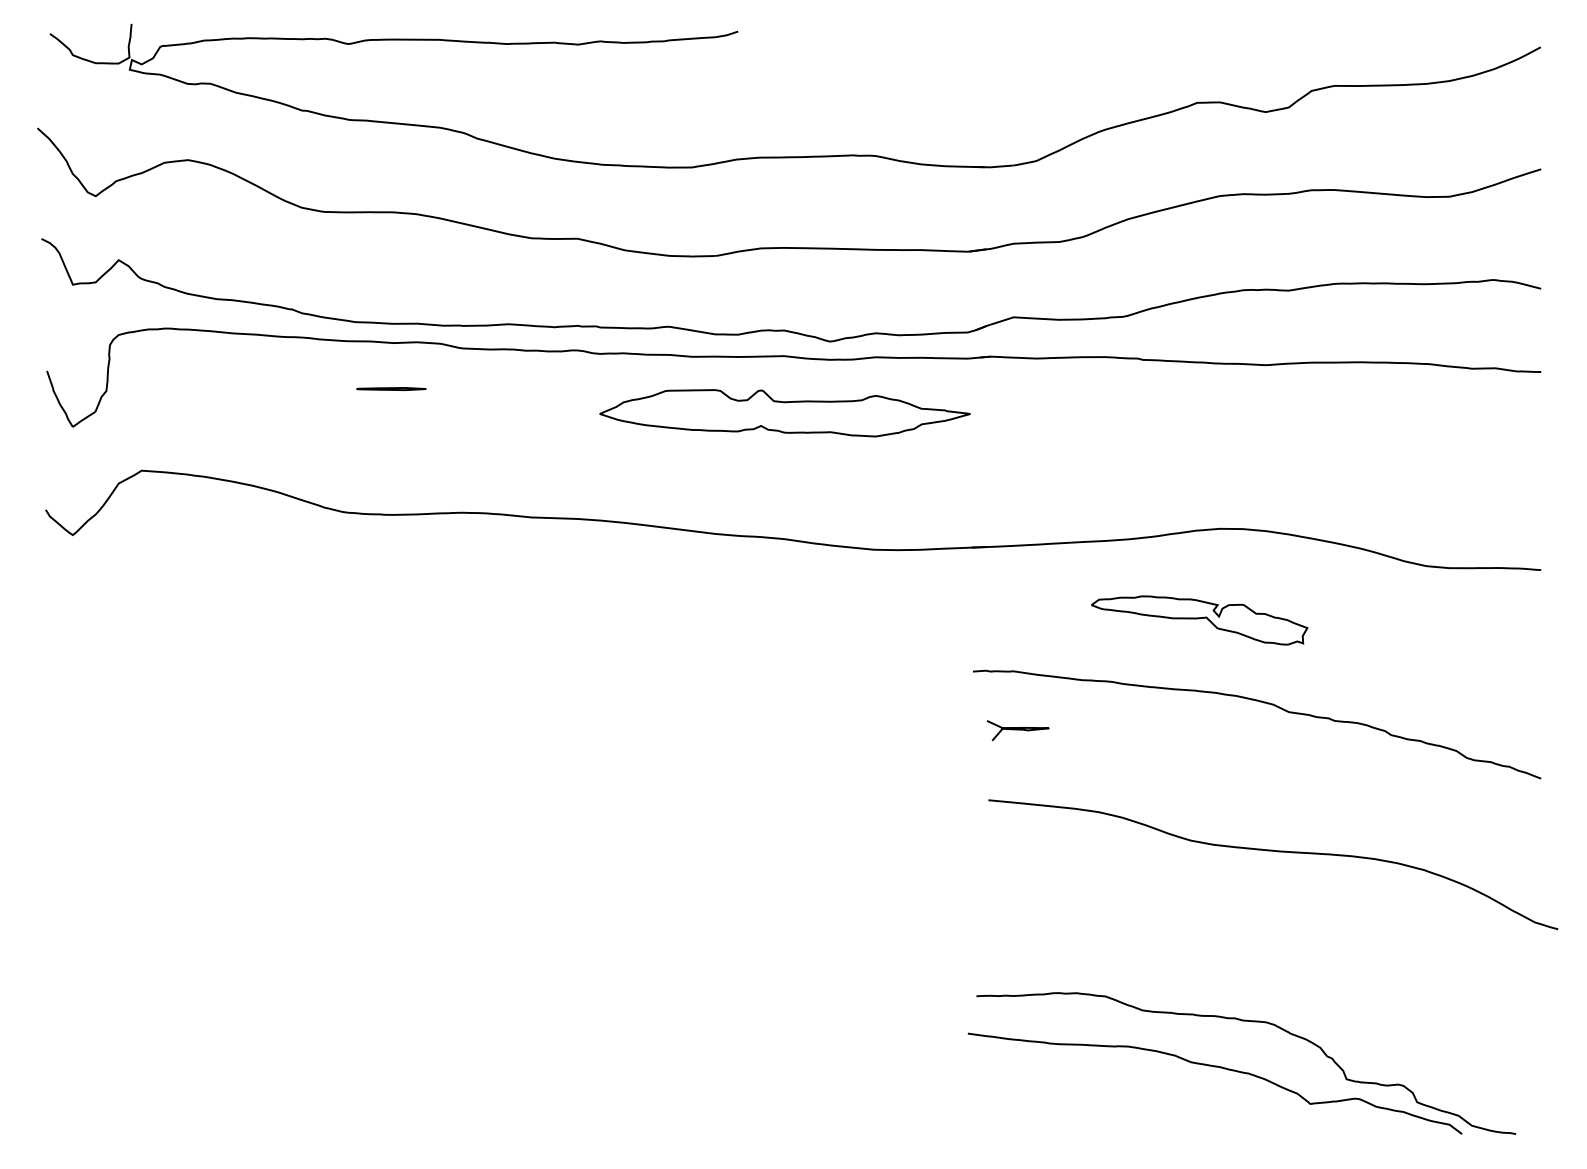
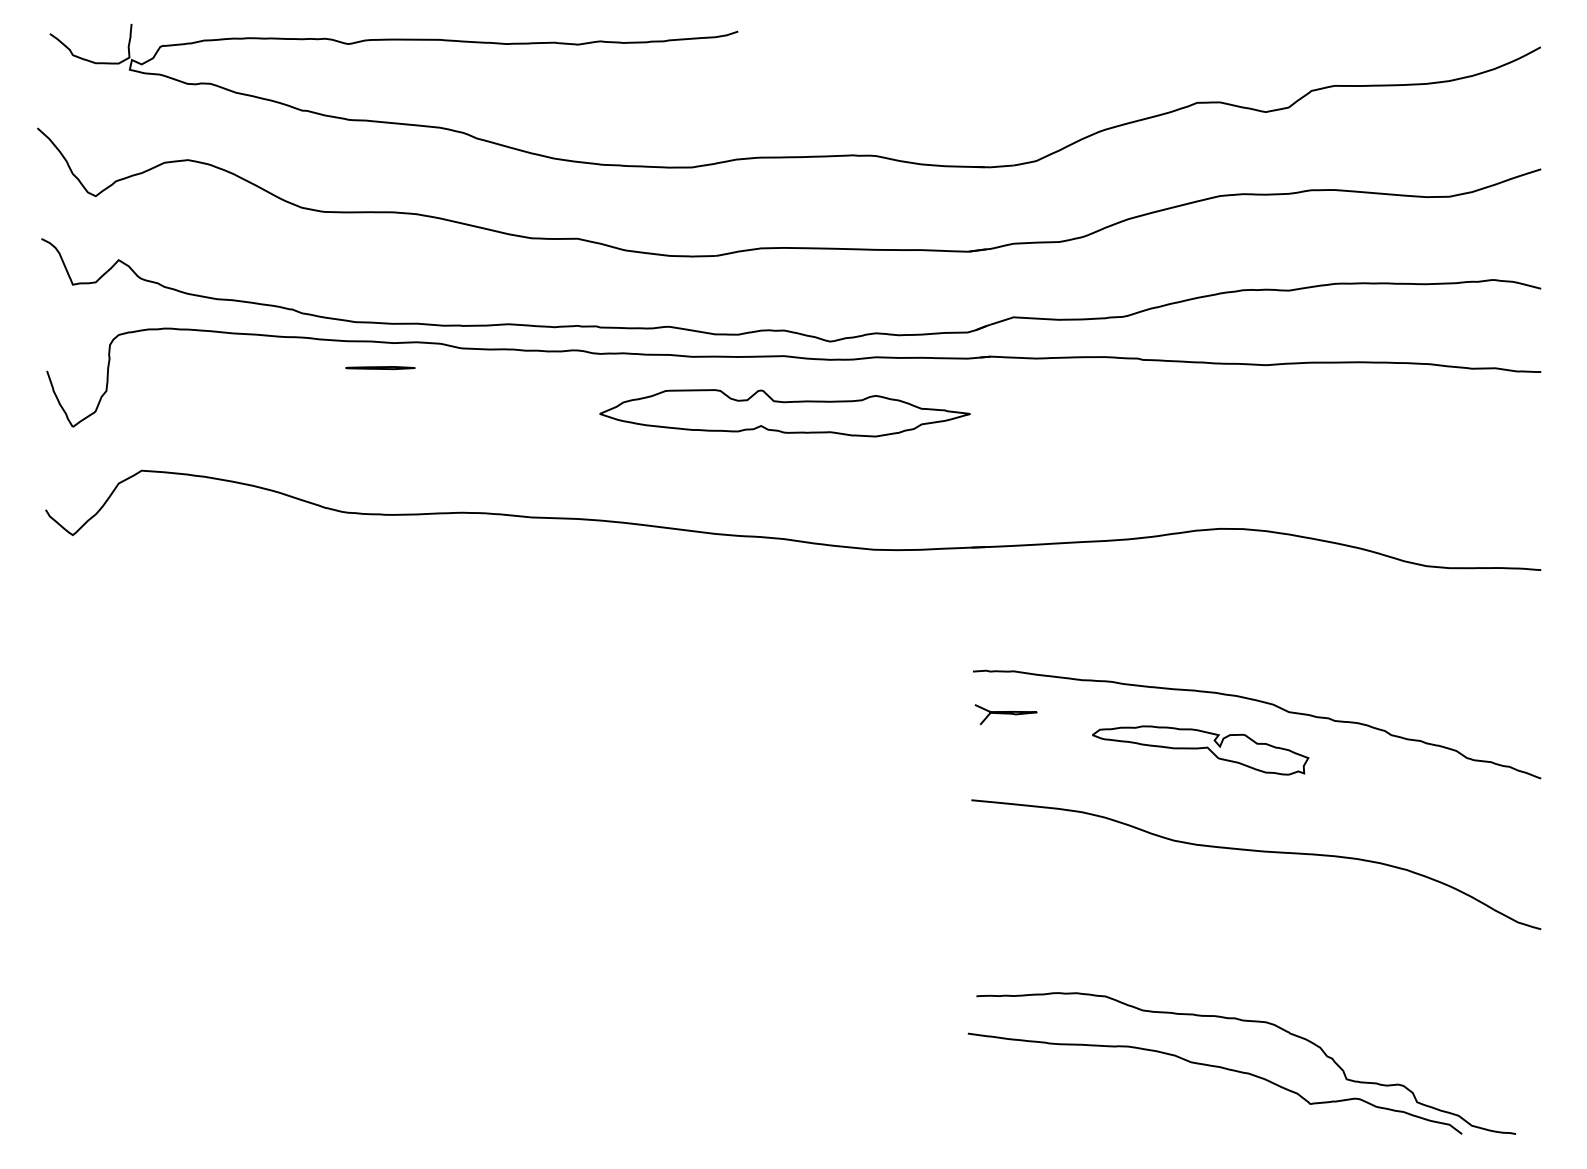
line at (391, 388) position: (391, 388) -> (380, 367)
part at (1199, 620) position: (1199, 620) -> (1200, 750)
curve at (1017, 730) position: (1017, 730) -> (1005, 714)
curve at (1277, 852) position: (1277, 852) -> (1260, 852)
